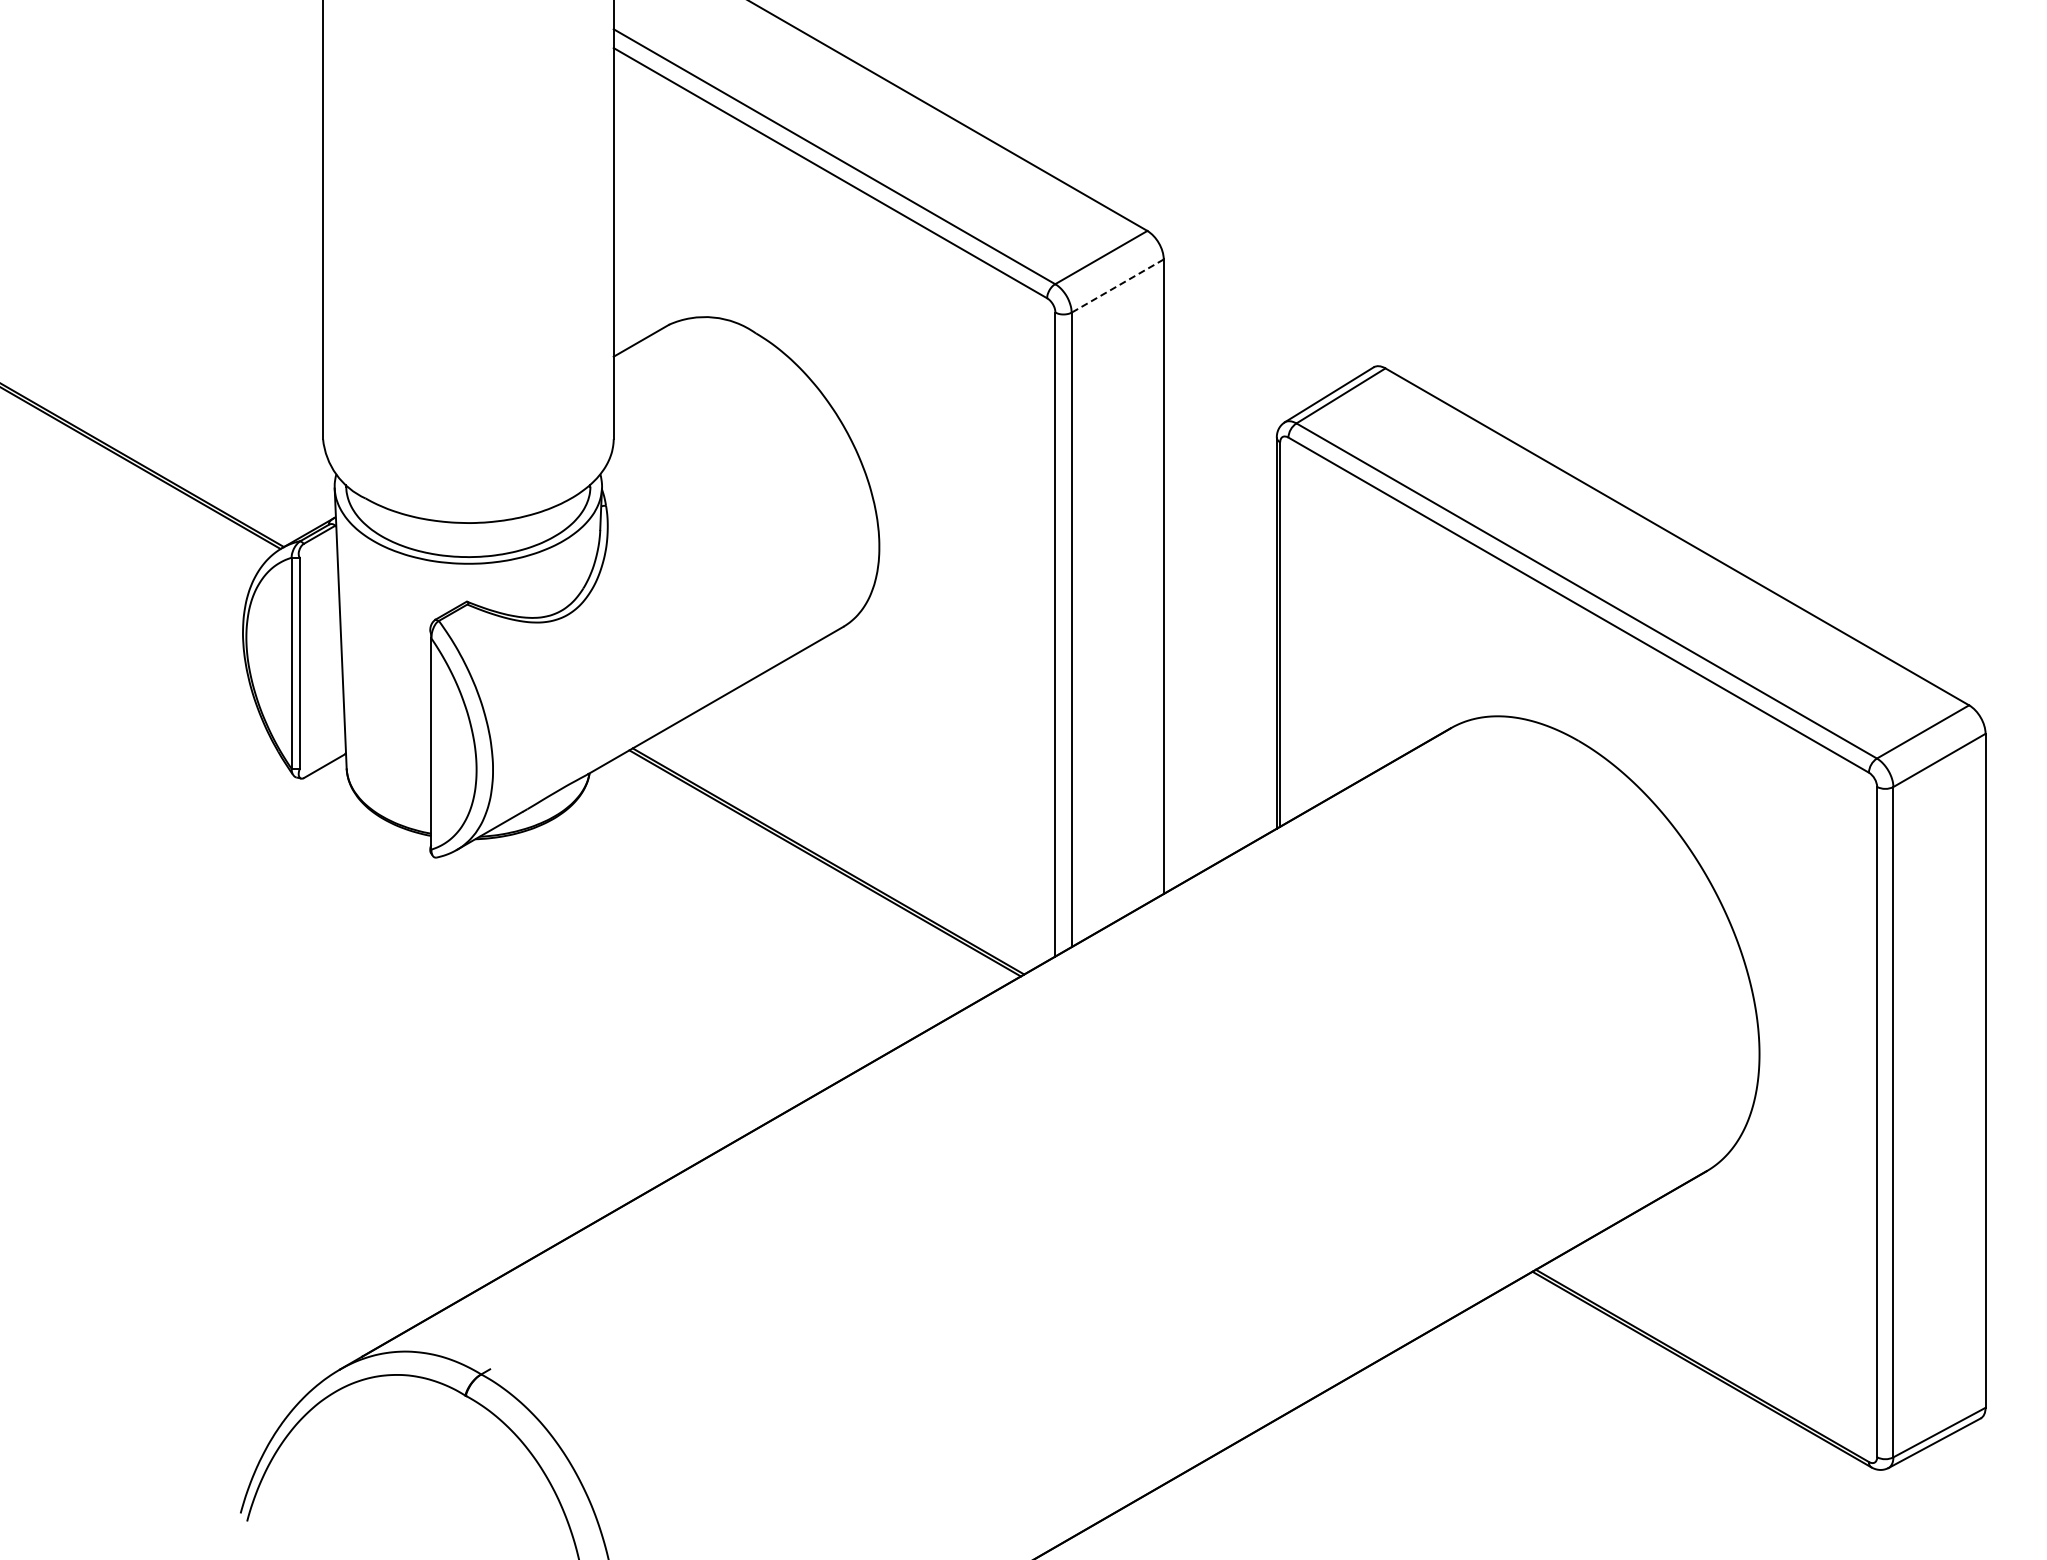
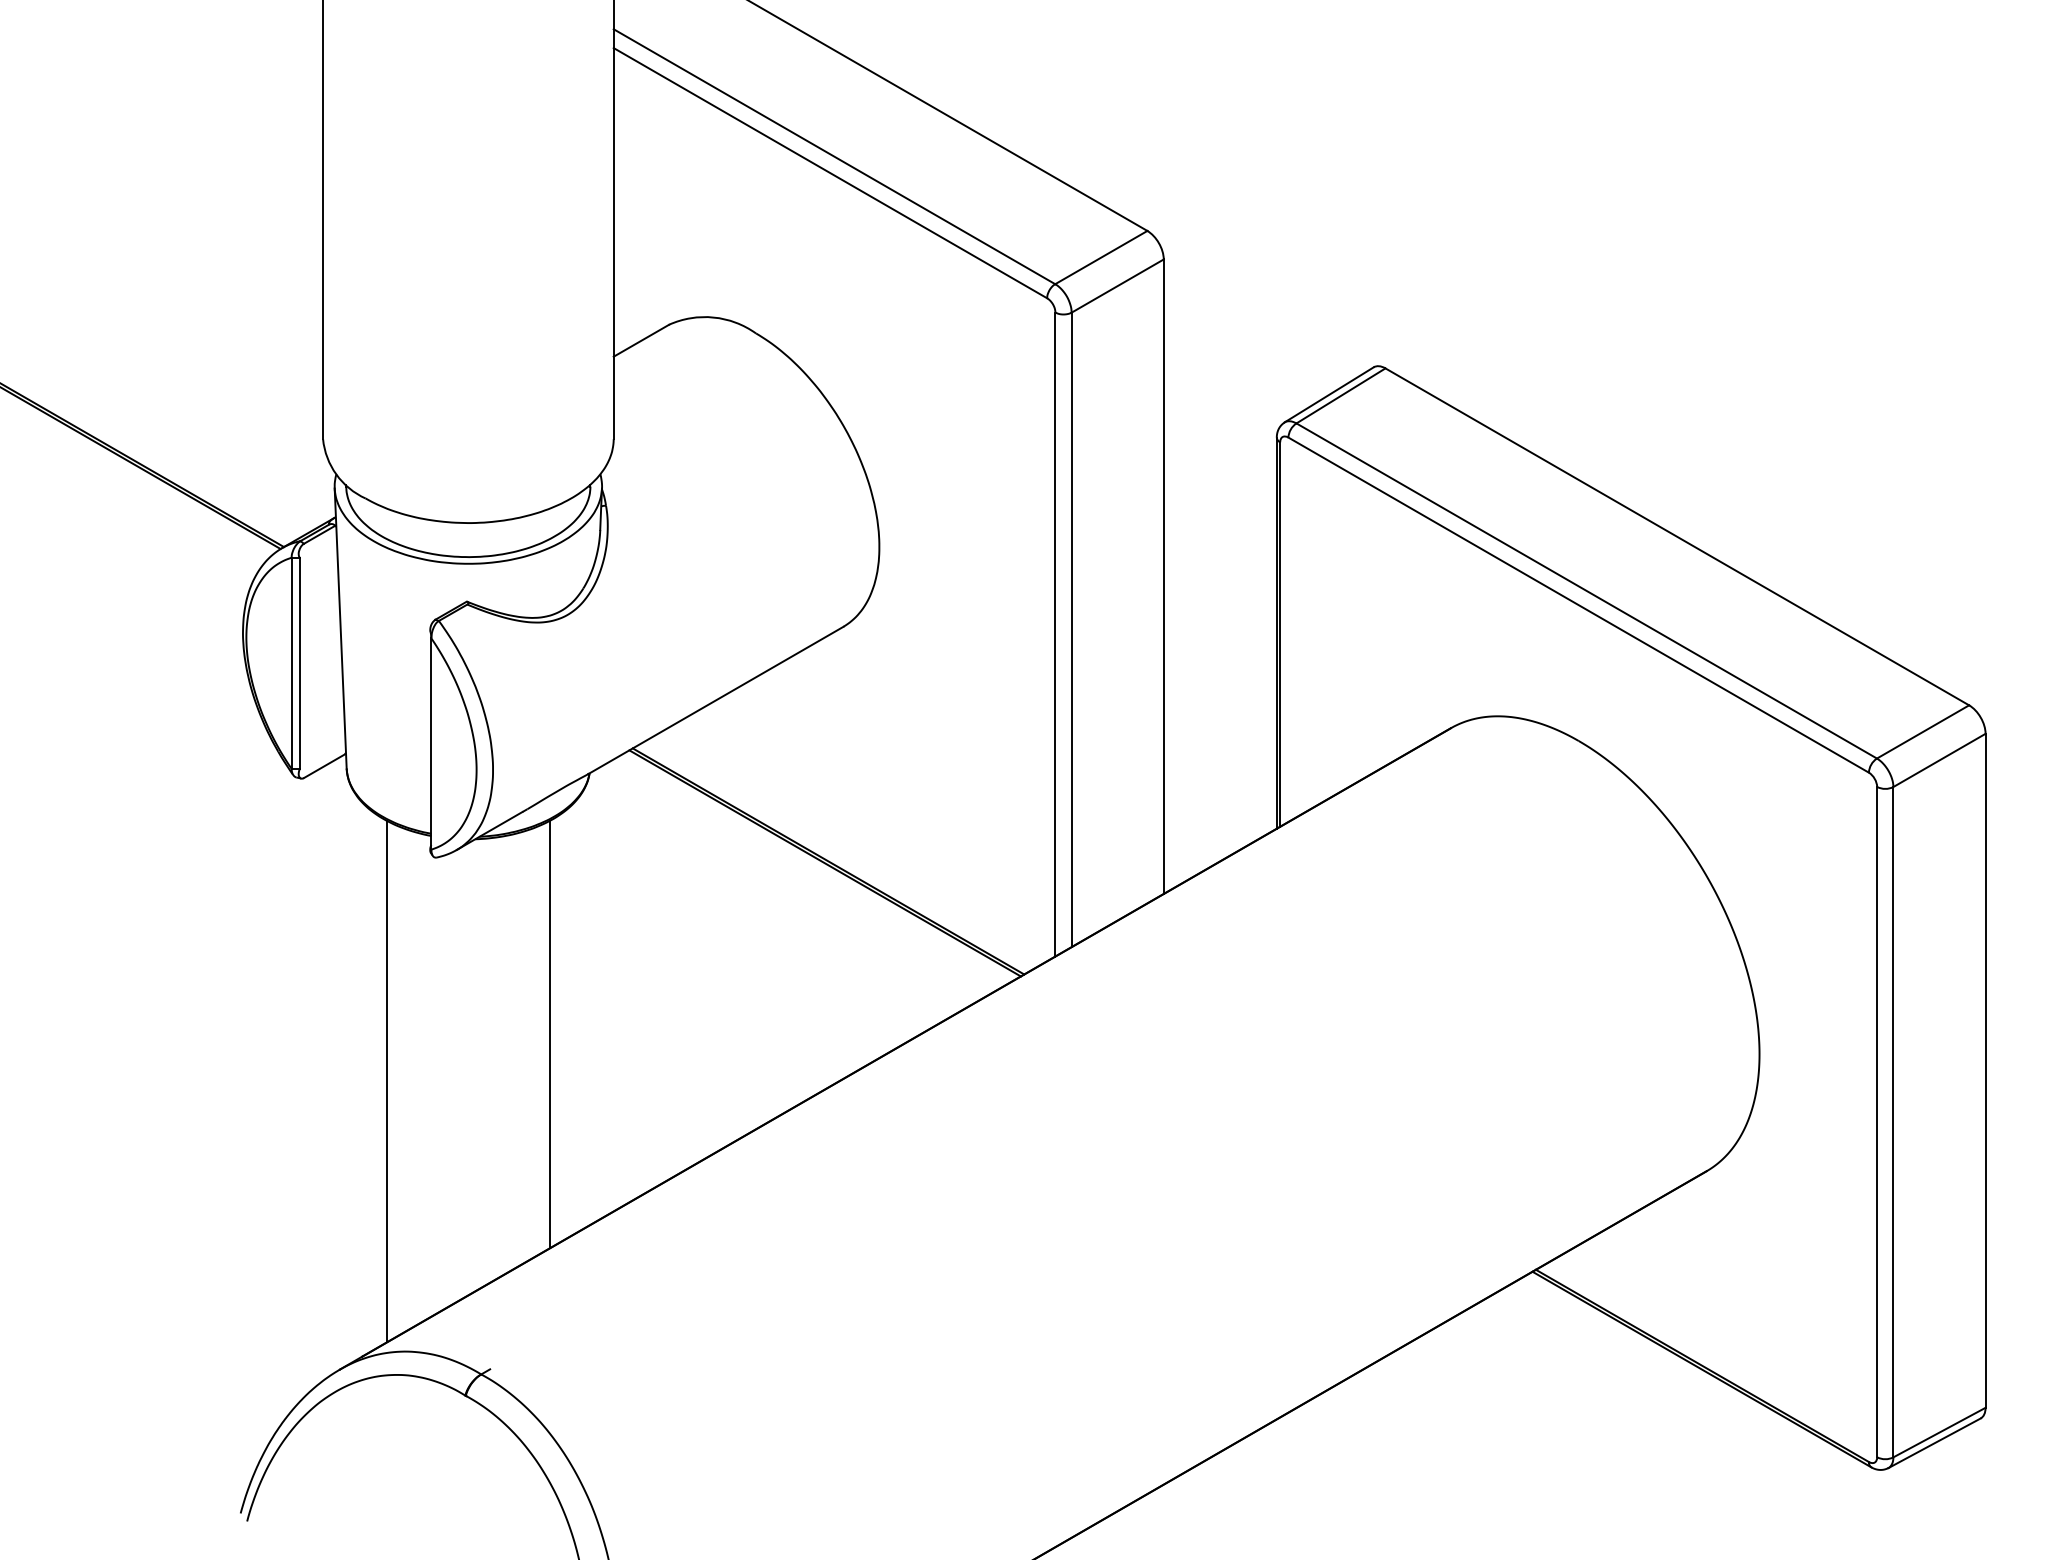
line at (1117, 286): dashed -> solid
line at (549, 1034): none -> present
line at (387, 1081): none -> present
